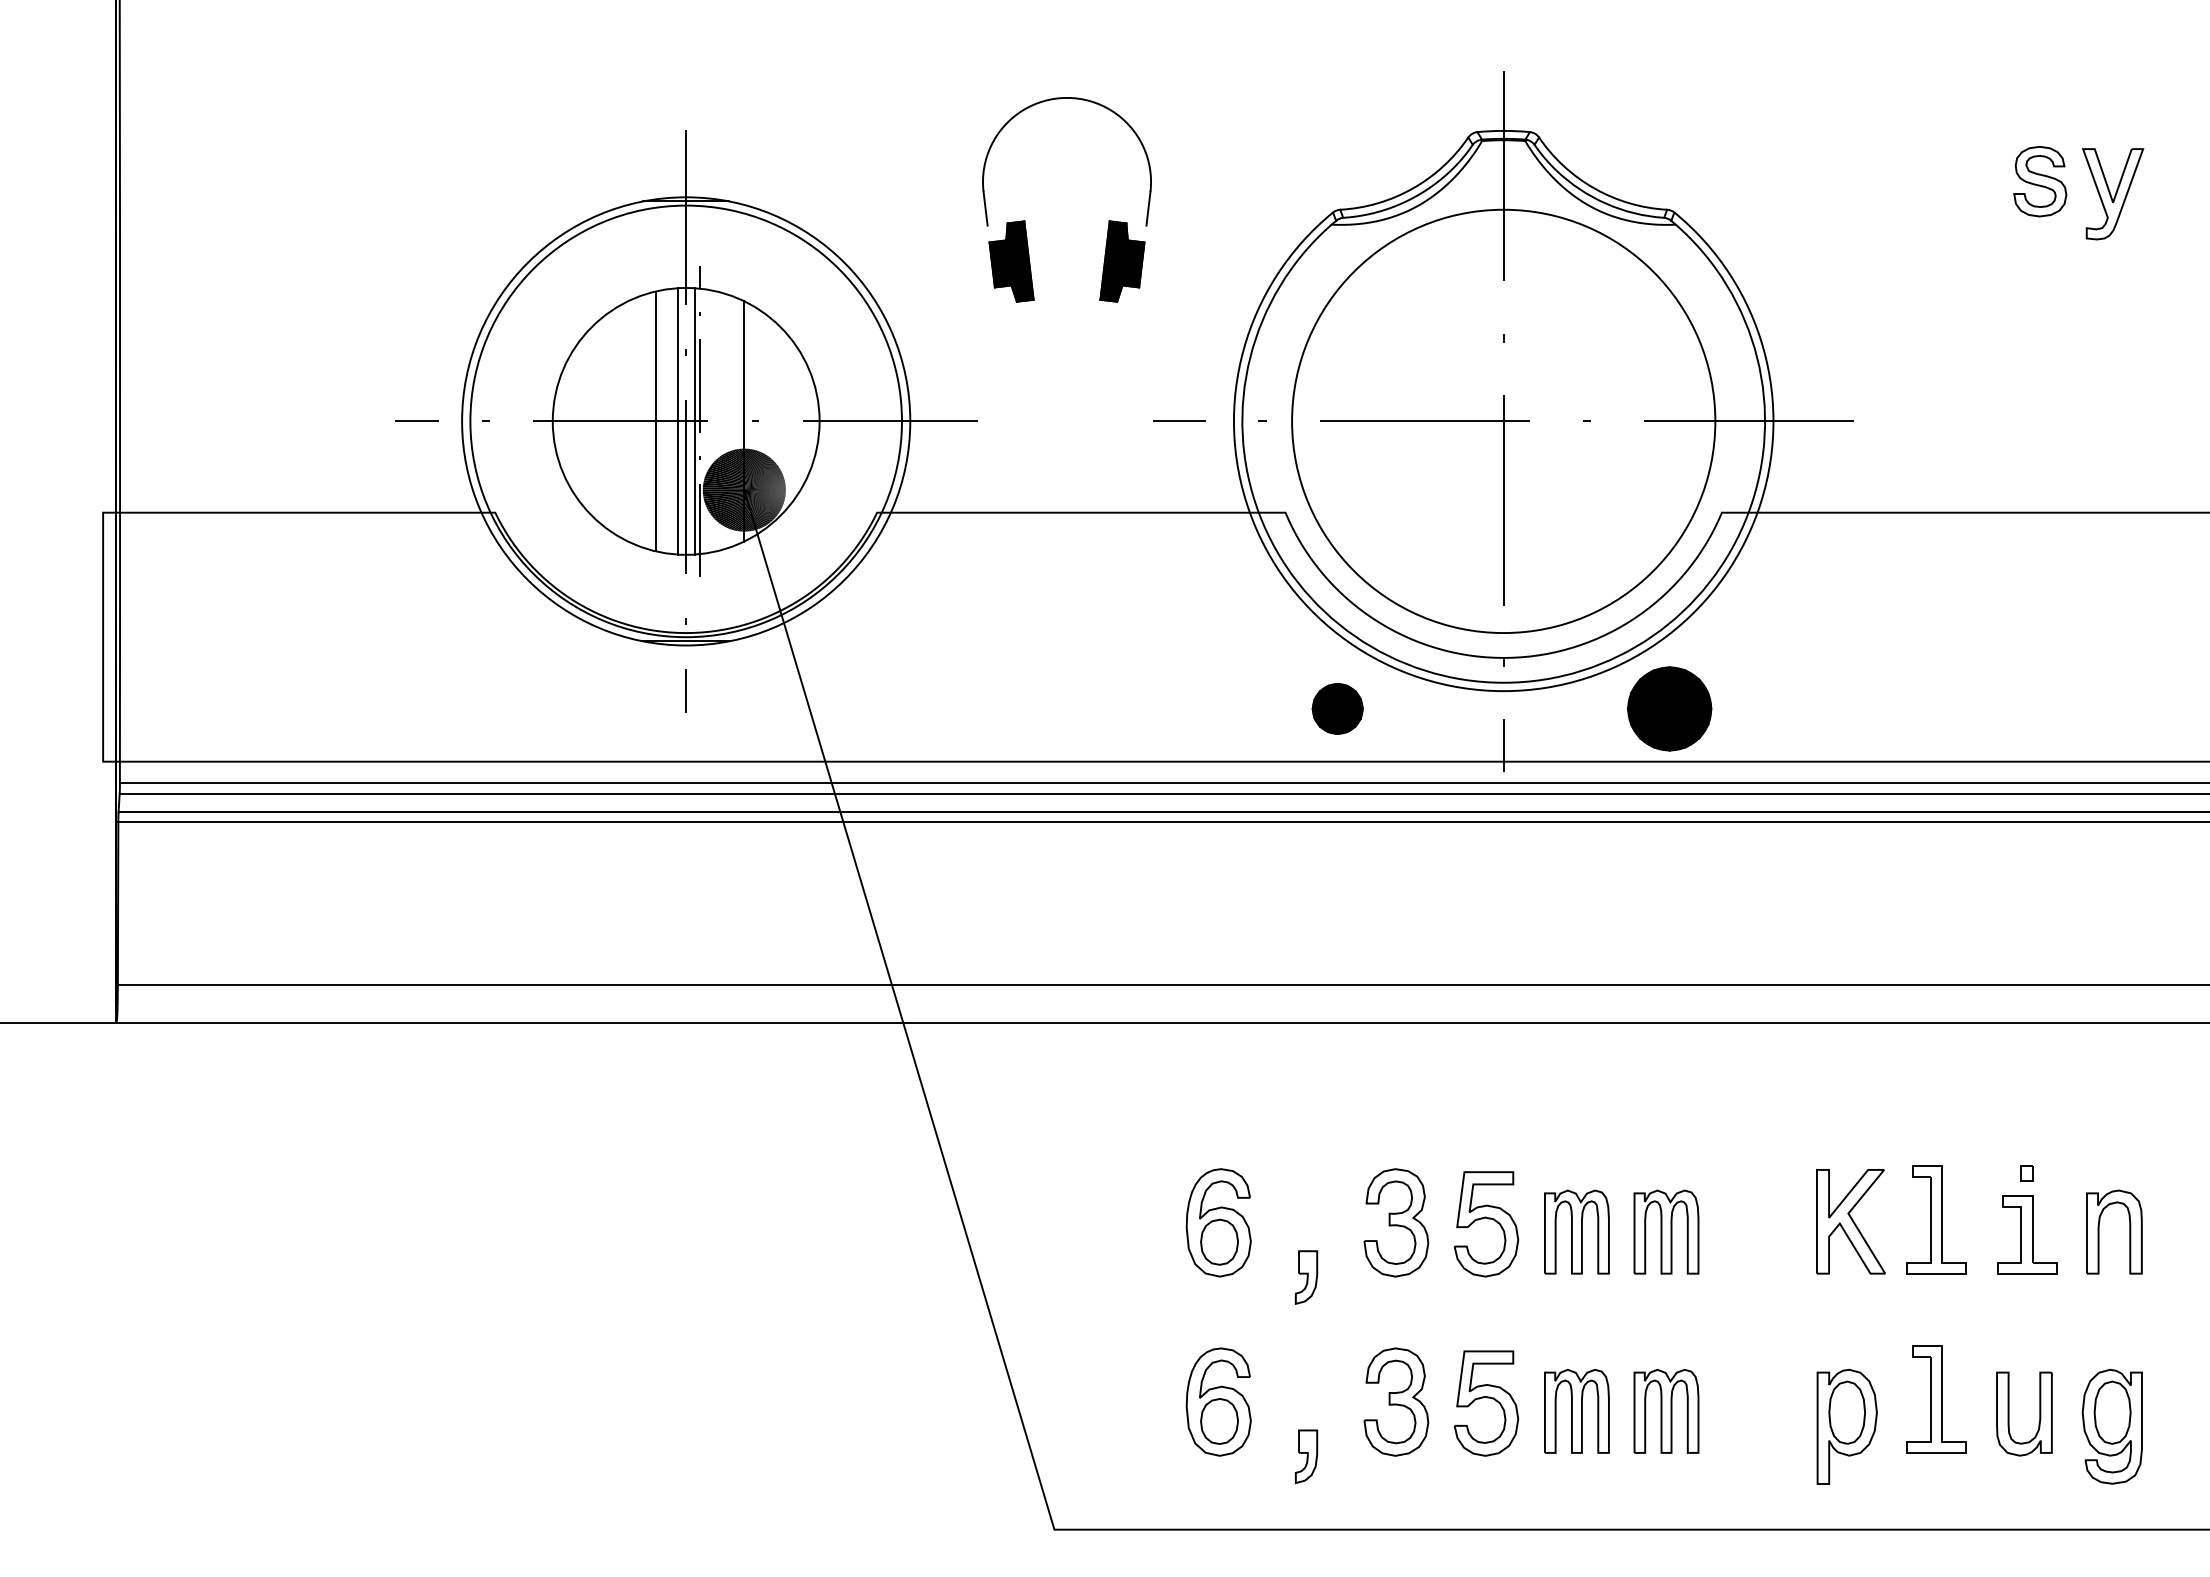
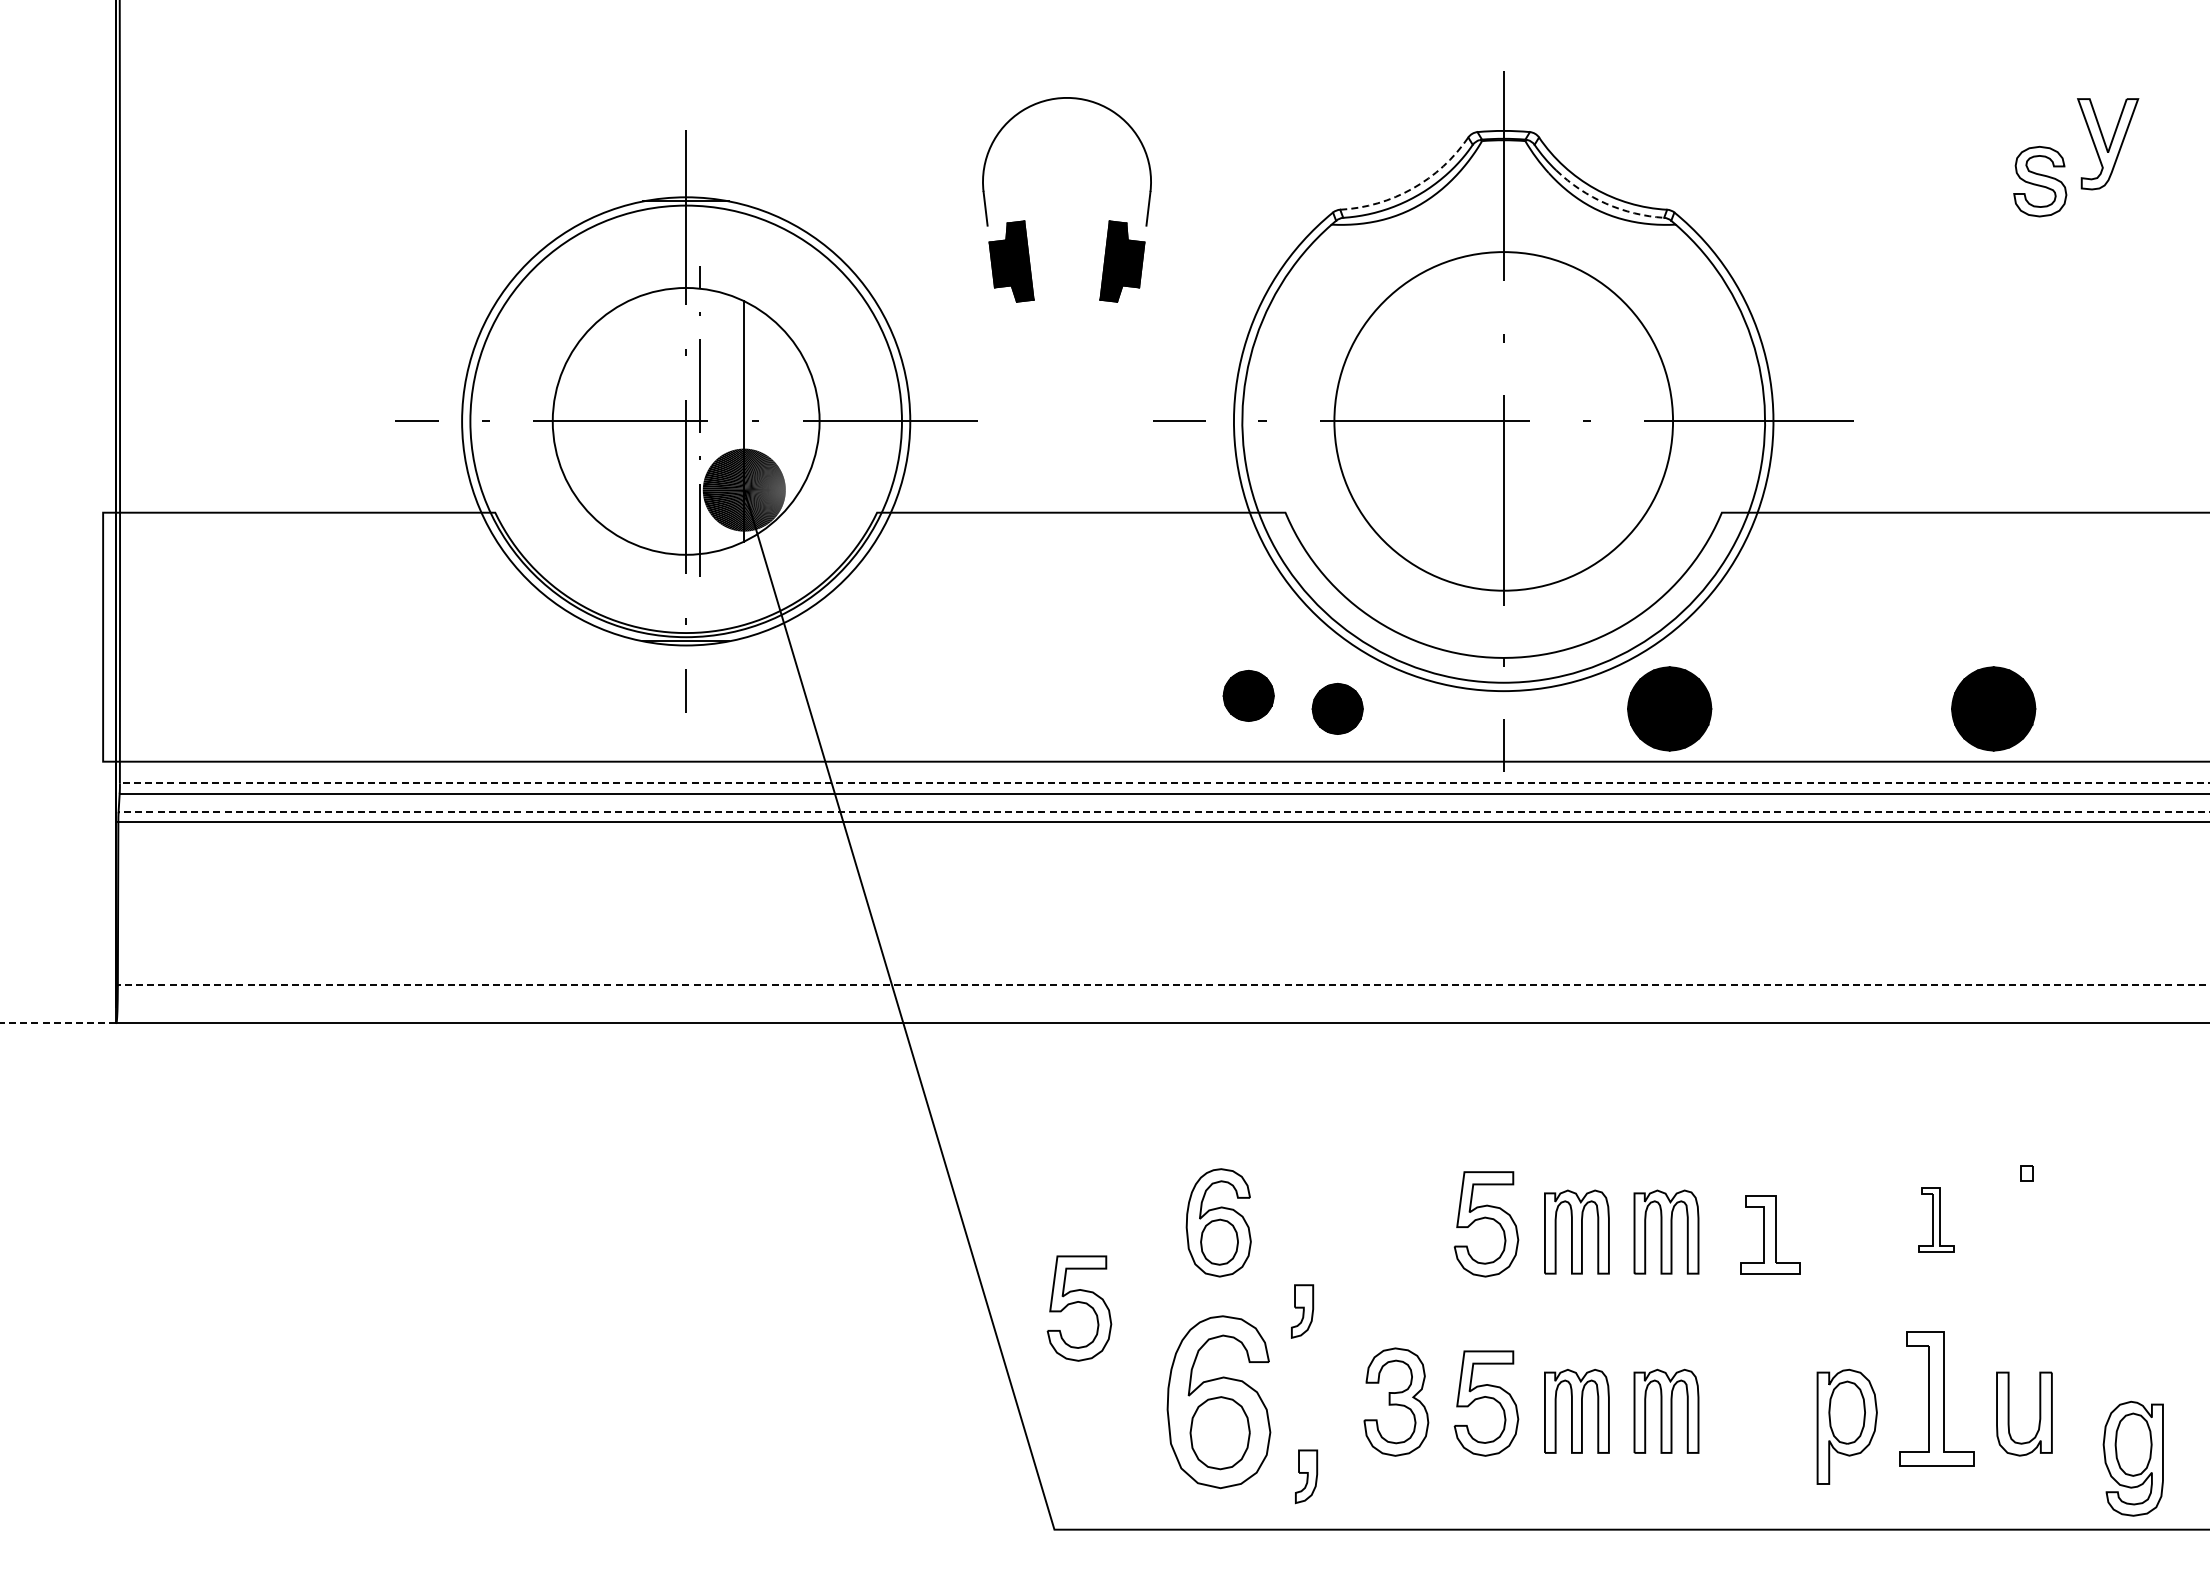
arc at (1412, 188): solid -> dashed
part at (2113, 194) position: (2113, 194) -> (2108, 144)
arc at (1605, 203): solid -> dashed
line at (655, 421): present -> none
line at (677, 421): present -> none
line at (694, 421): present -> none
circle at (1503, 421) diameter: 423 px -> 339 px
part at (1248, 695): none -> present
part at (1993, 708): none -> present
line at (1164, 783): solid -> dashed
line at (1163, 812): solid -> dashed
line at (1162, 985): solid -> dashed
line at (58, 1023): solid -> dashed
part at (1936, 1219) size: 61x110 px -> 37x66 px
part at (1850, 1221): present -> none
part at (1396, 1222): present -> none
part at (2099, 1231): present -> none
part at (2027, 1234) position: (2027, 1234) -> (1770, 1234)
part at (1306, 1277) position: (1306, 1277) -> (1302, 1311)
part at (1079, 1308): none -> present
part at (1936, 1399) size: 61x109 px -> 76x136 px
part at (1218, 1401) size: 67x110 px -> 106x175 px
part at (2111, 1426) position: (2111, 1426) -> (2132, 1458)
part at (1306, 1456) position: (1306, 1456) -> (1306, 1476)
